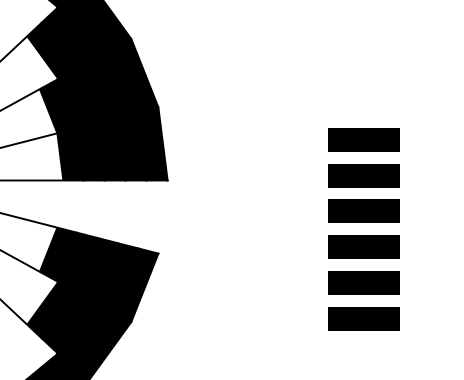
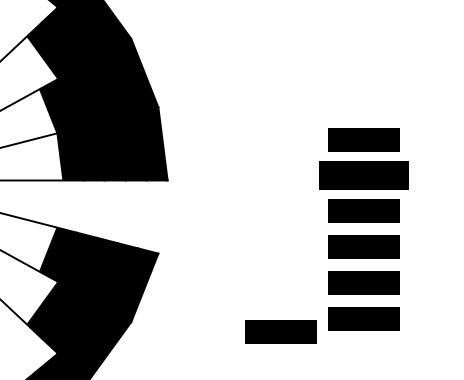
part at (363, 175) size: 72x24 px -> 90x29 px
part at (280, 331): none -> present
